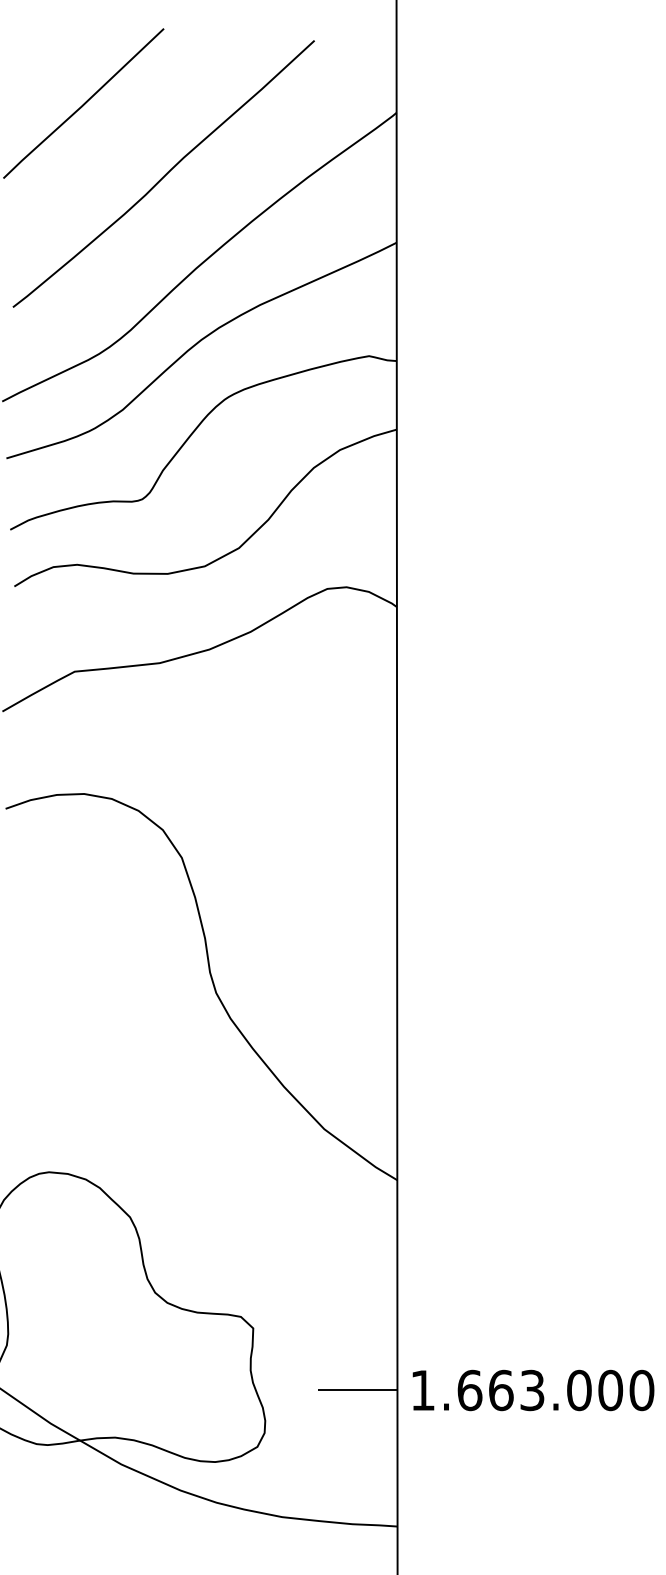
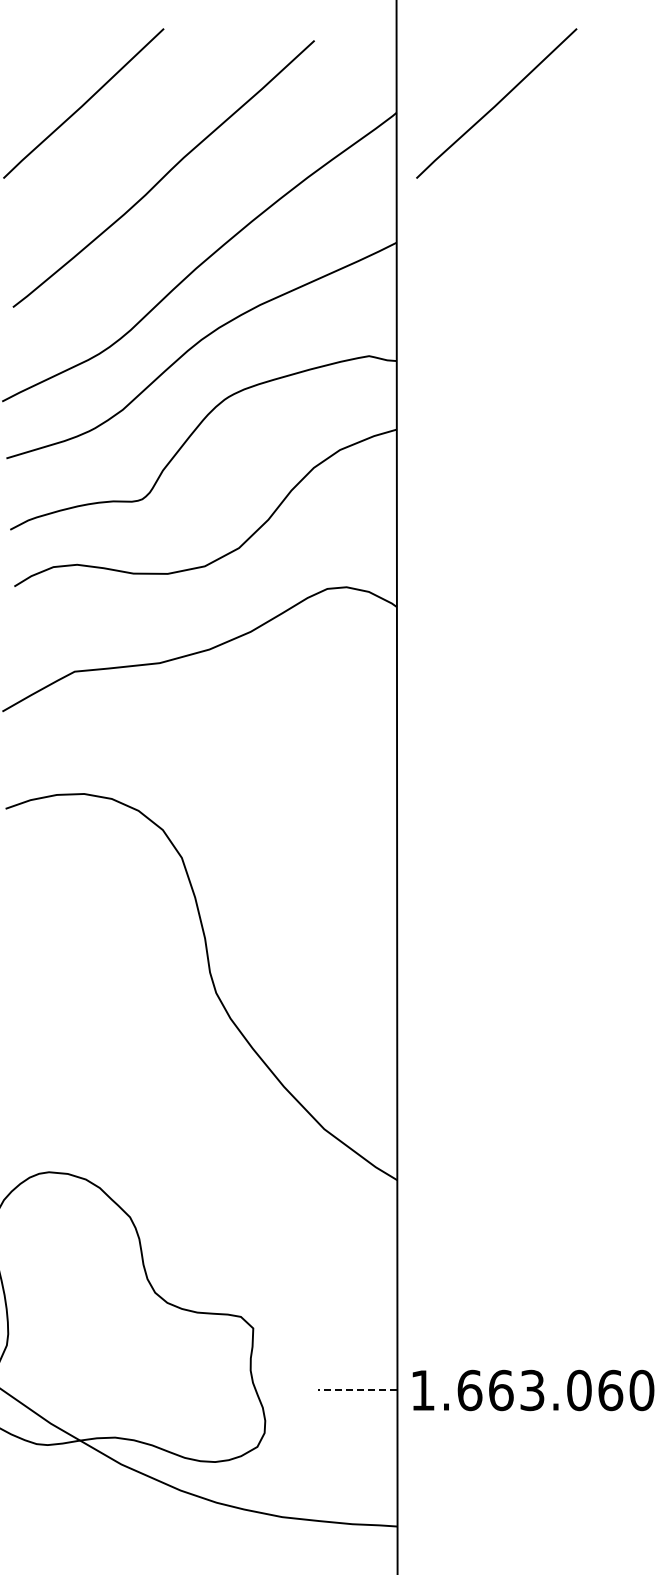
line at (496, 103): none -> present
text at (610, 1389): 1.663.000 -> 1.663.060
line at (357, 1390): solid -> dashed
